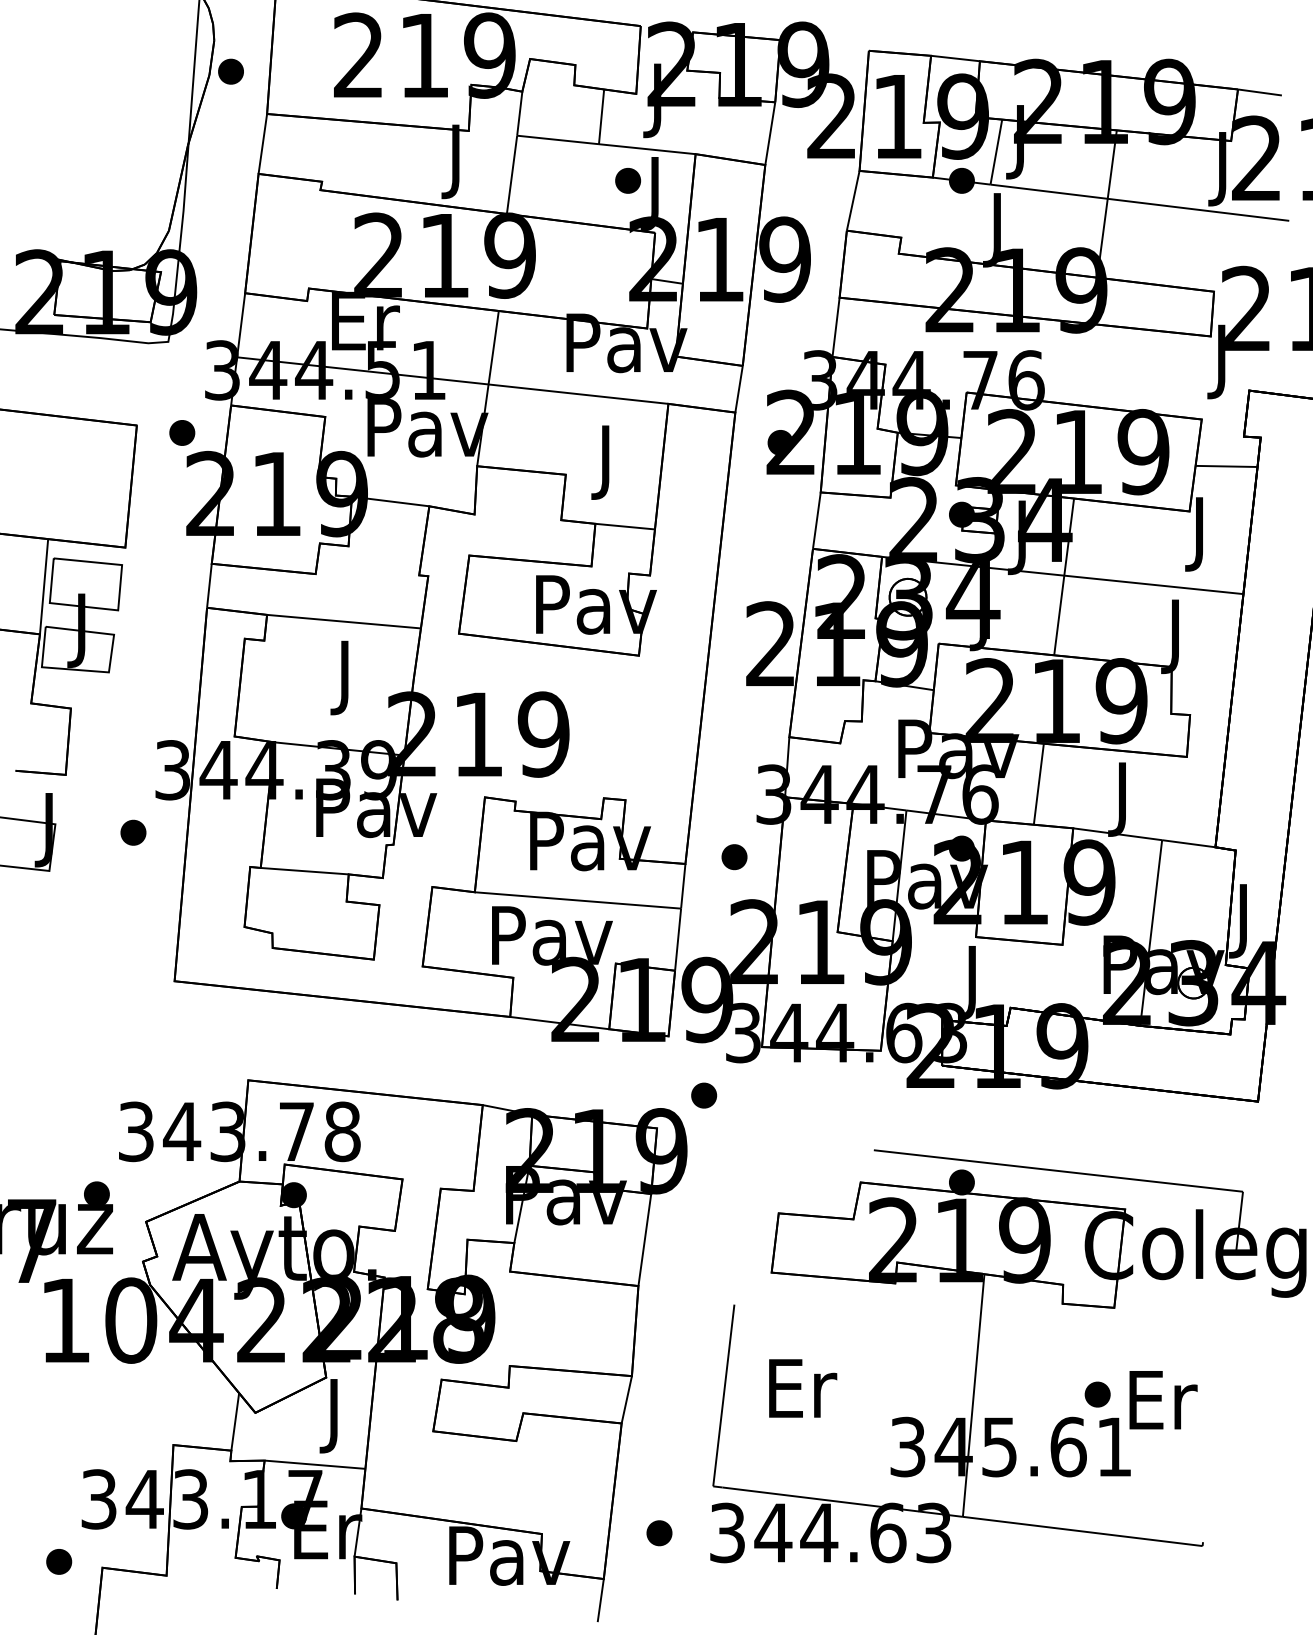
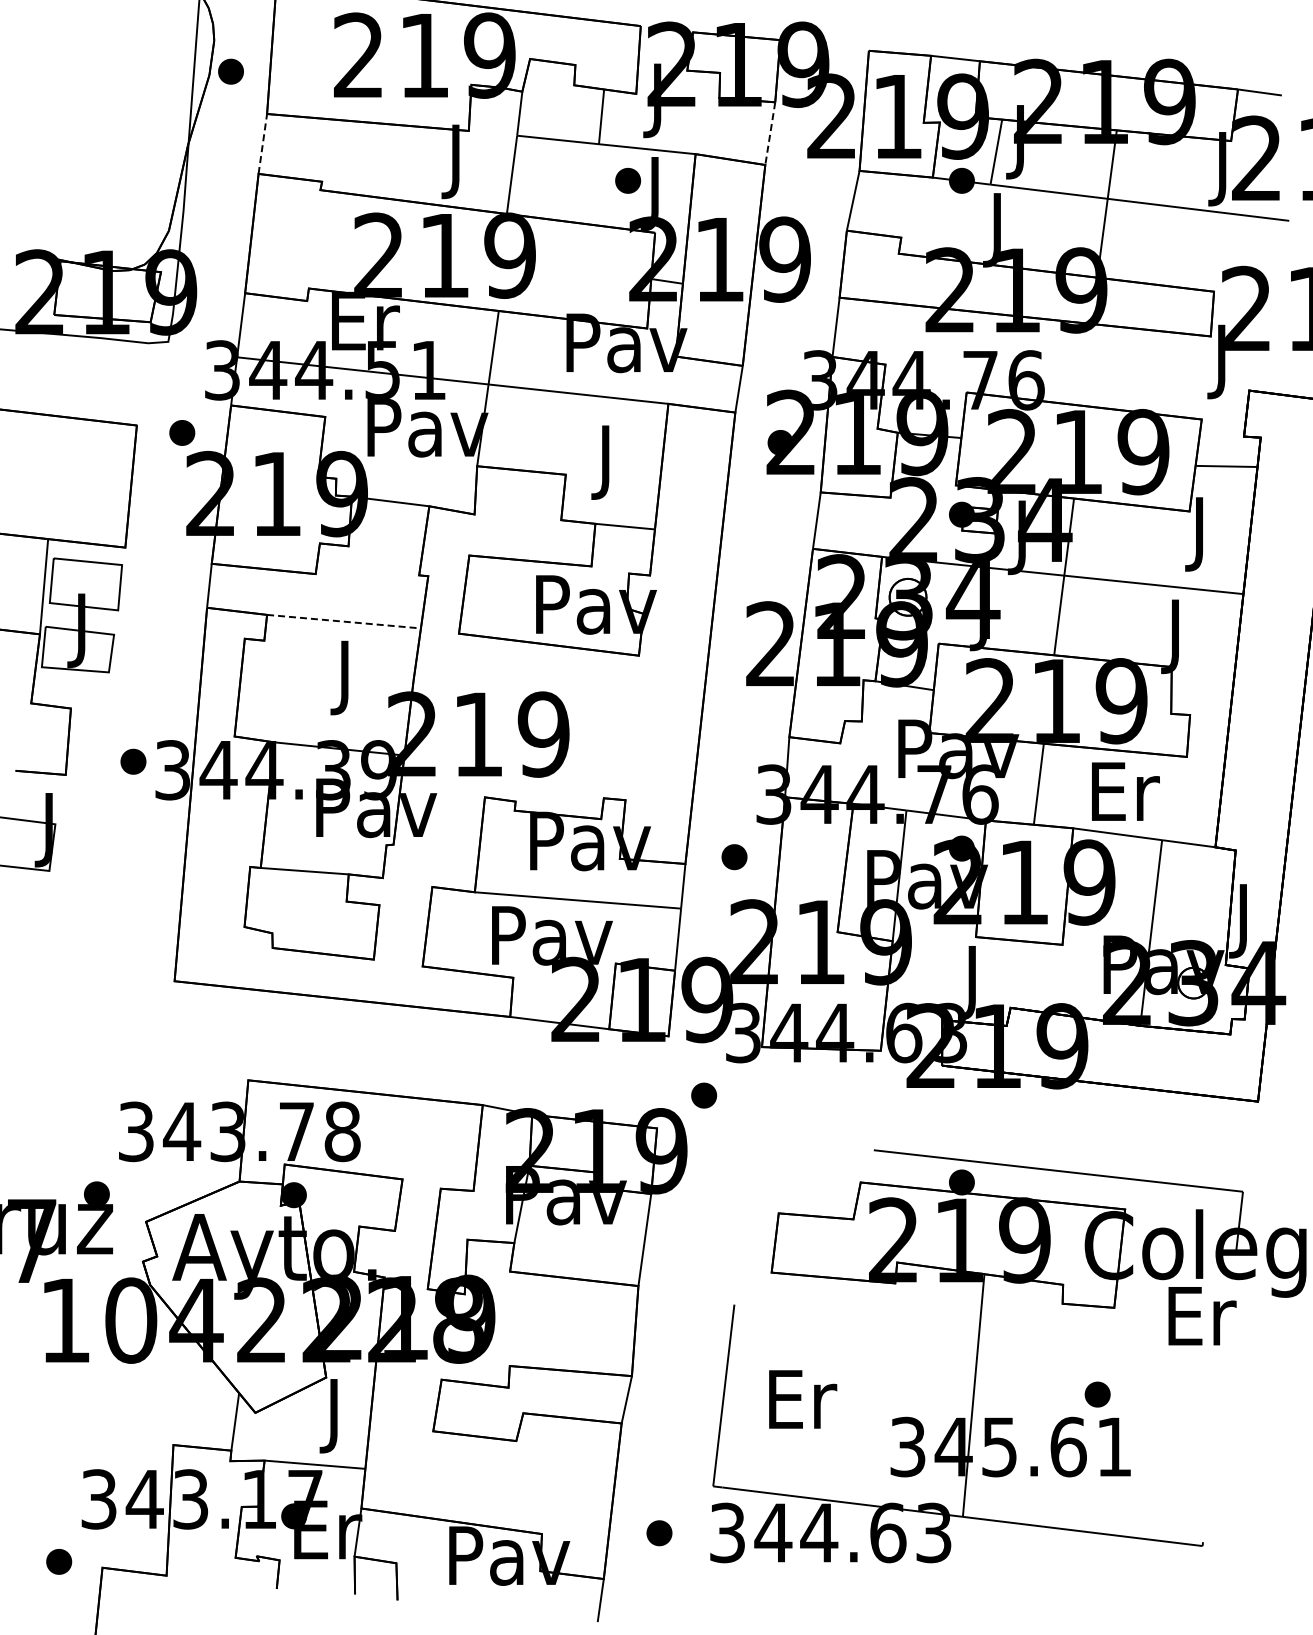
line at (770, 133): solid -> dashed
line at (262, 143): solid -> dashed
line at (344, 621): solid -> dashed
text at (1125, 799): J -> Er
part at (133, 832) position: (133, 832) -> (133, 761)
text at (803, 1388) position: (803, 1388) -> (803, 1399)
text at (1163, 1400) position: (1163, 1400) -> (1202, 1316)
